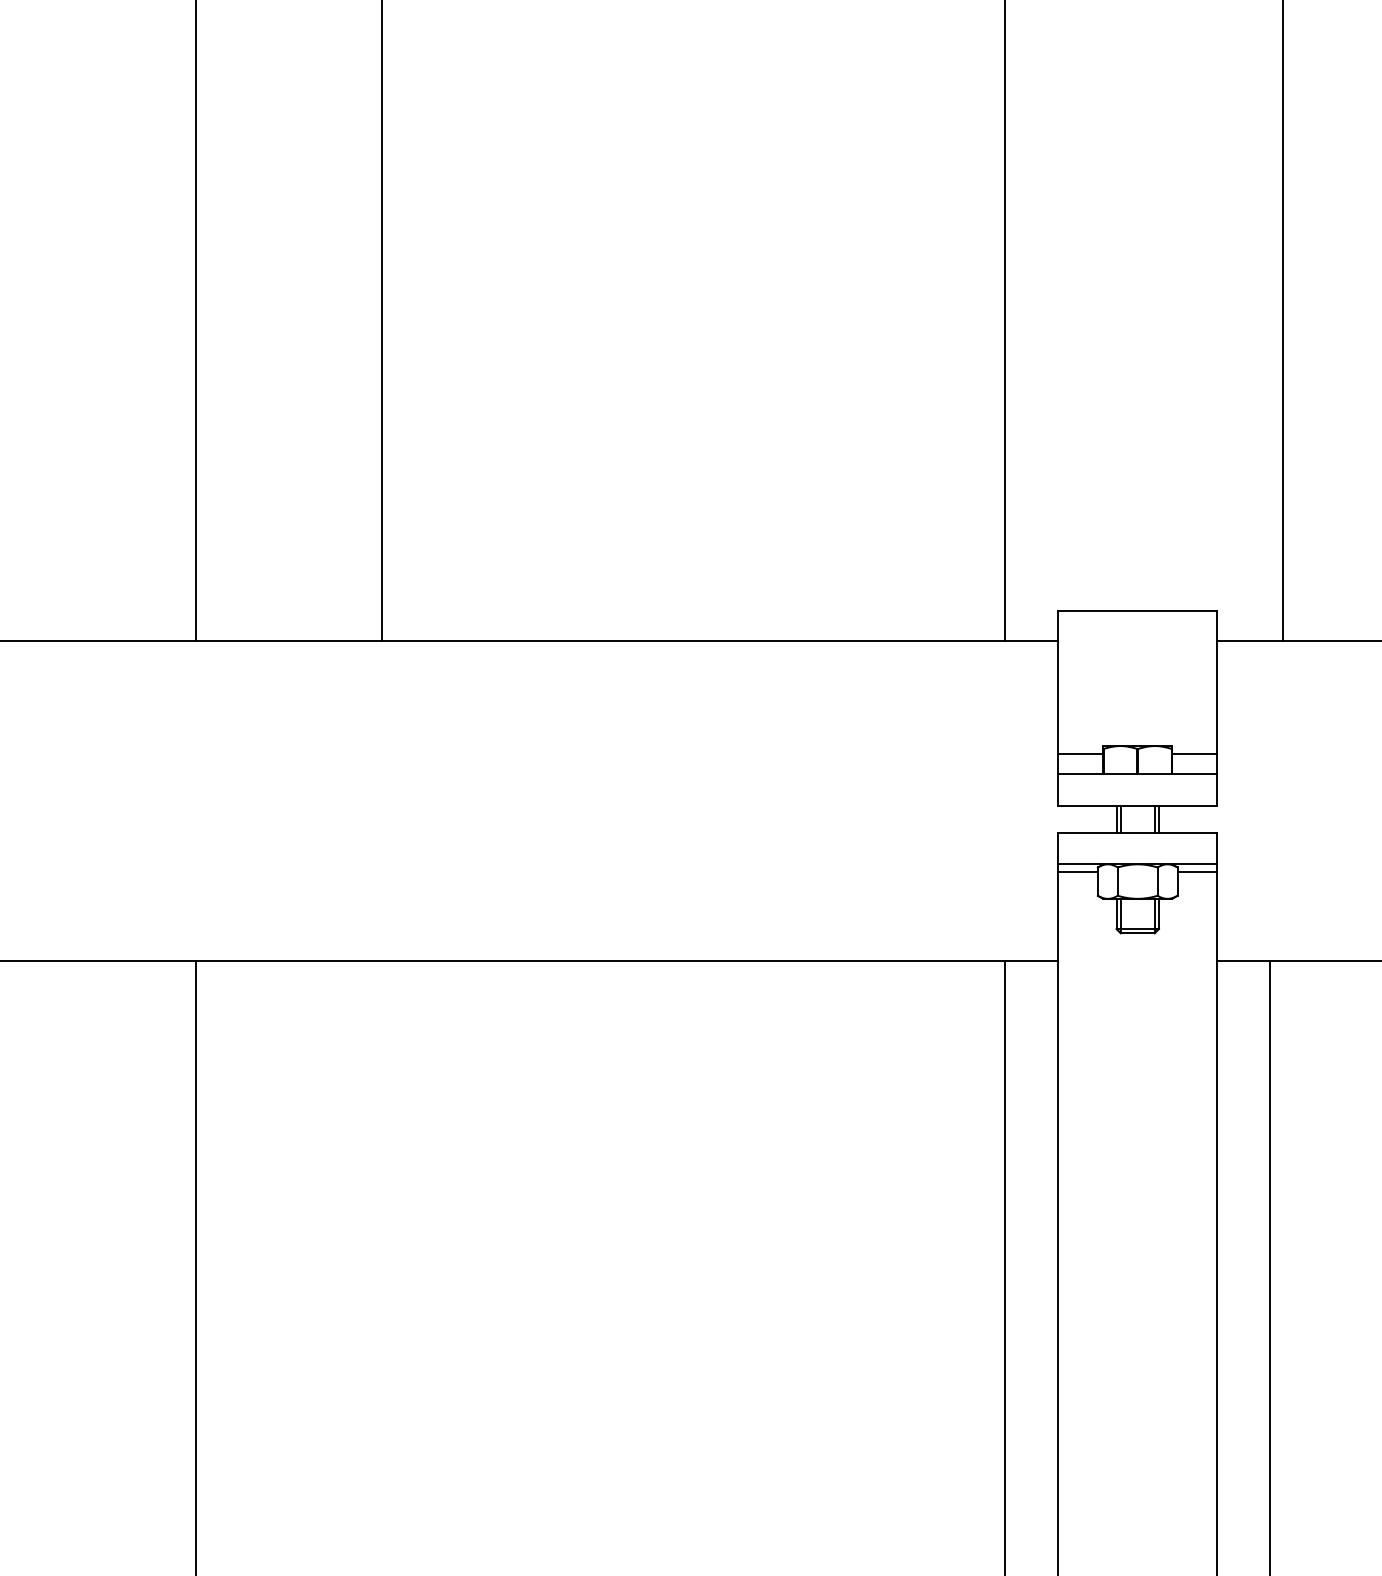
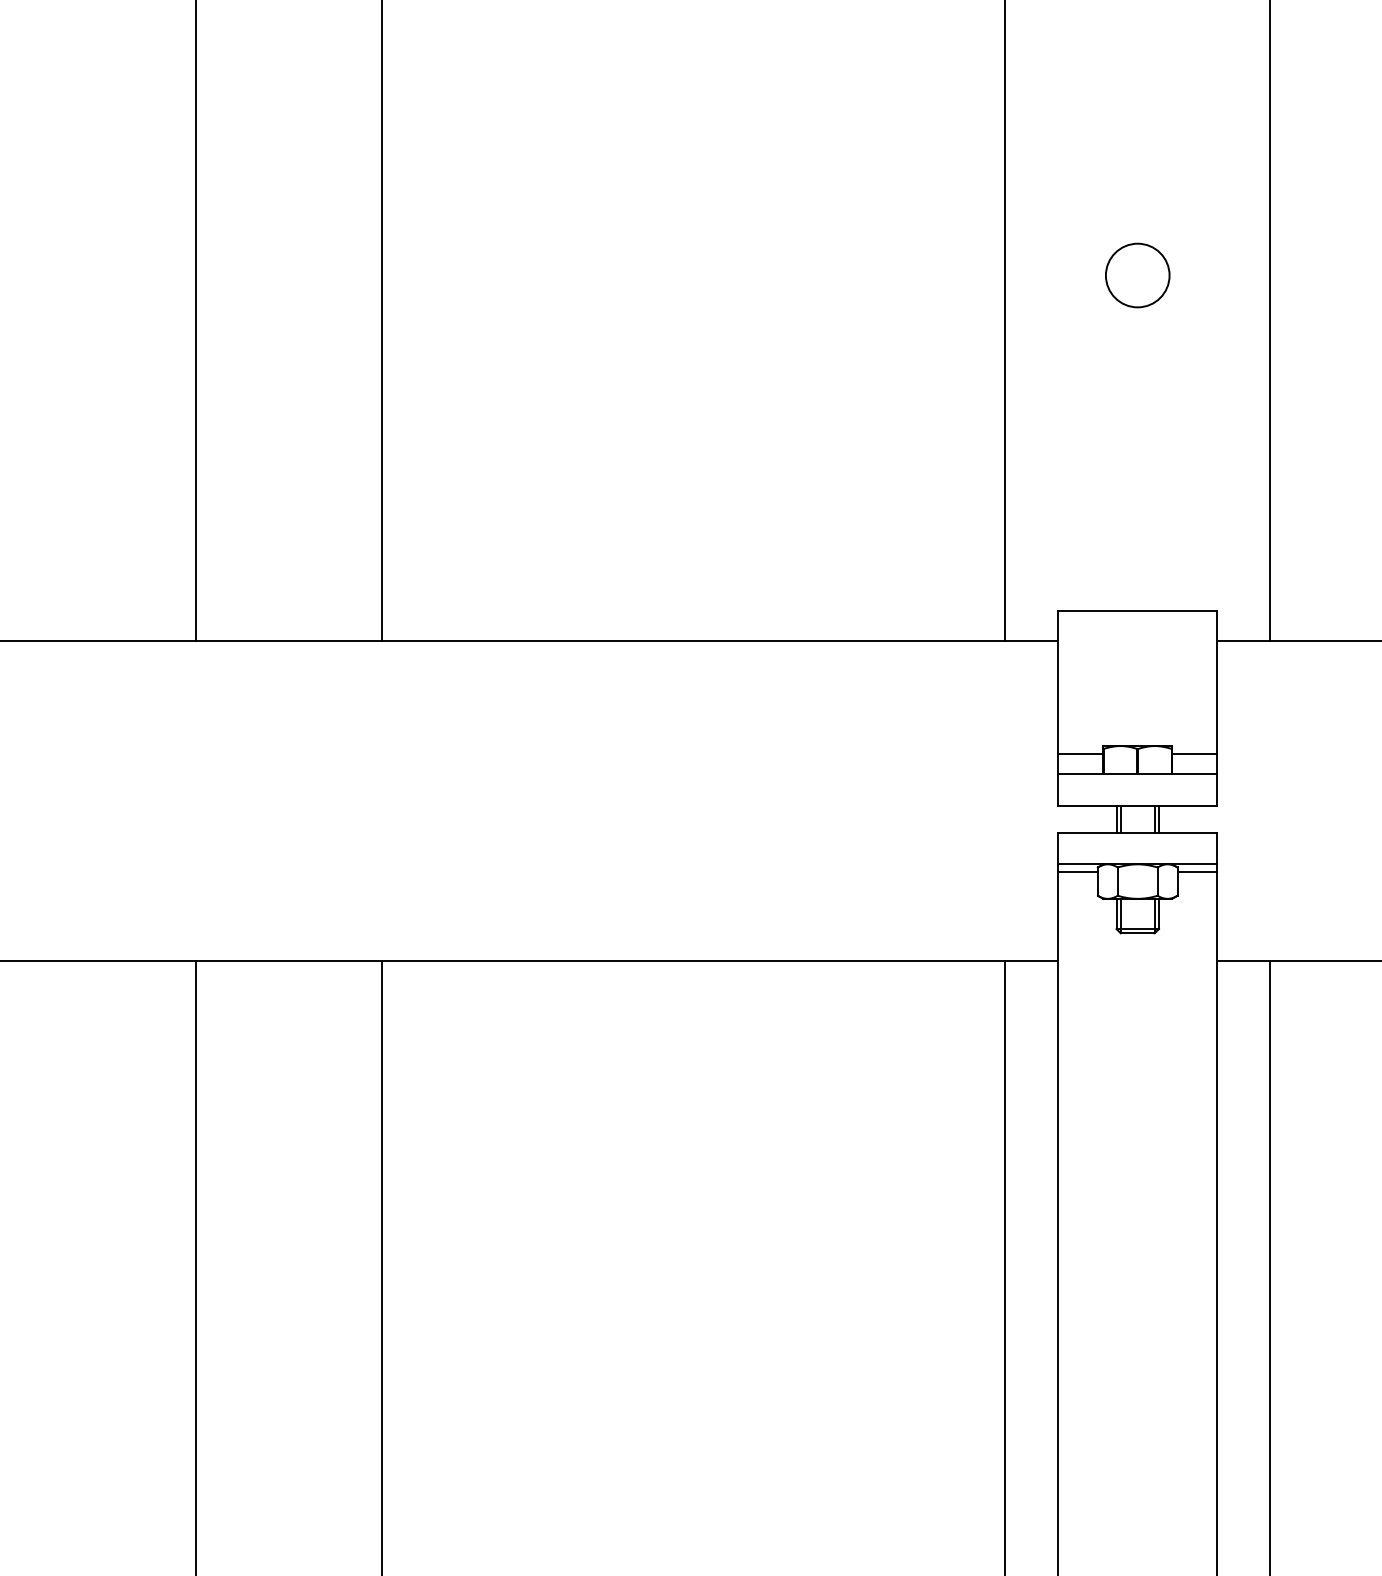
circle at (1137, 275): none -> present
line at (1283, 321) position: (1283, 321) -> (1270, 321)
line at (381, 1266): none -> present
